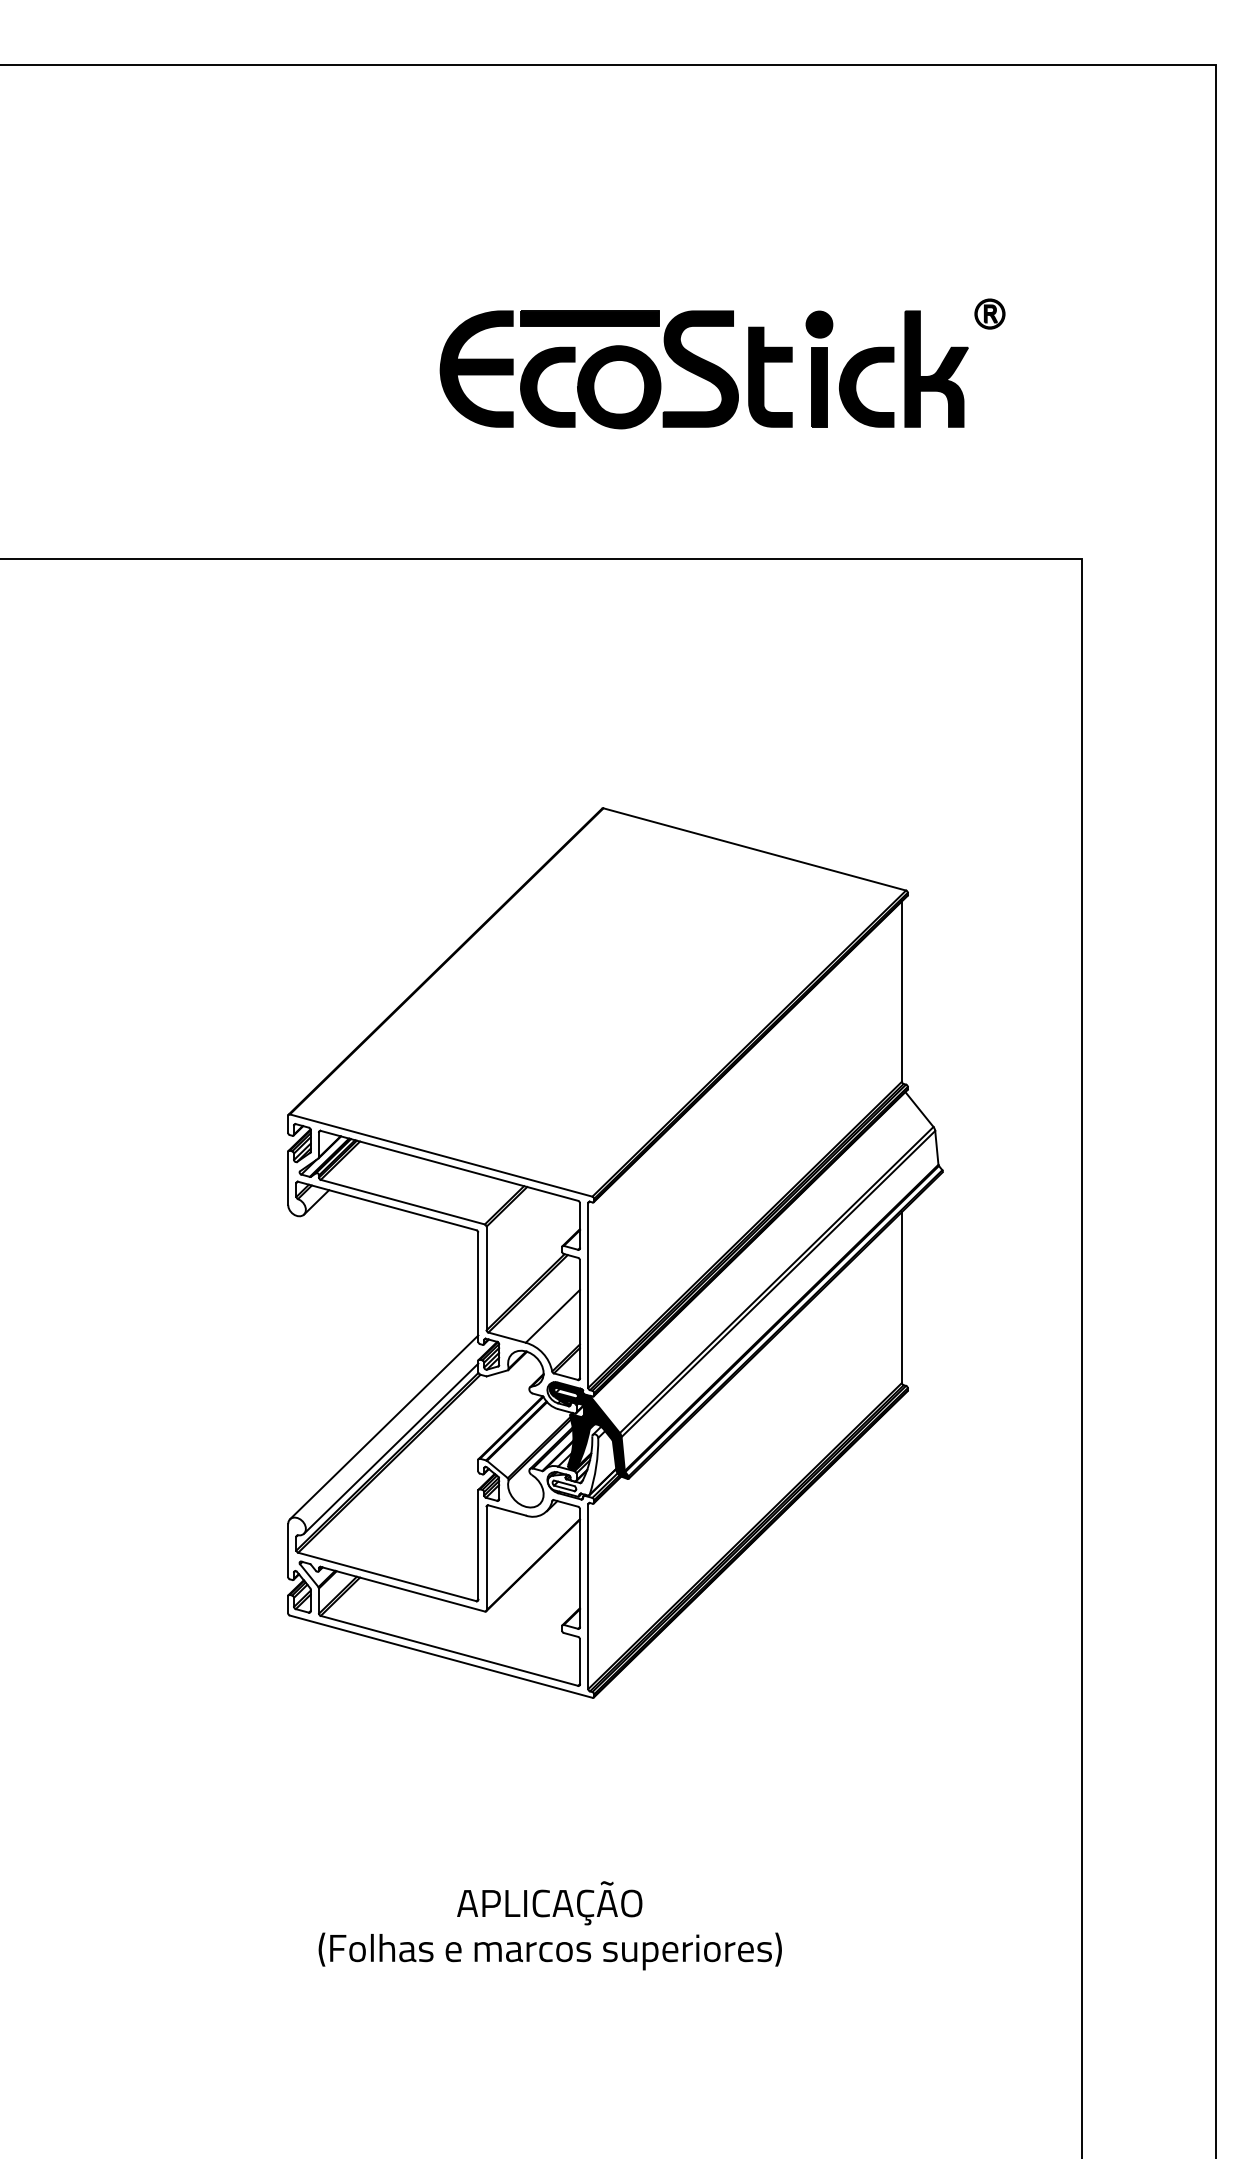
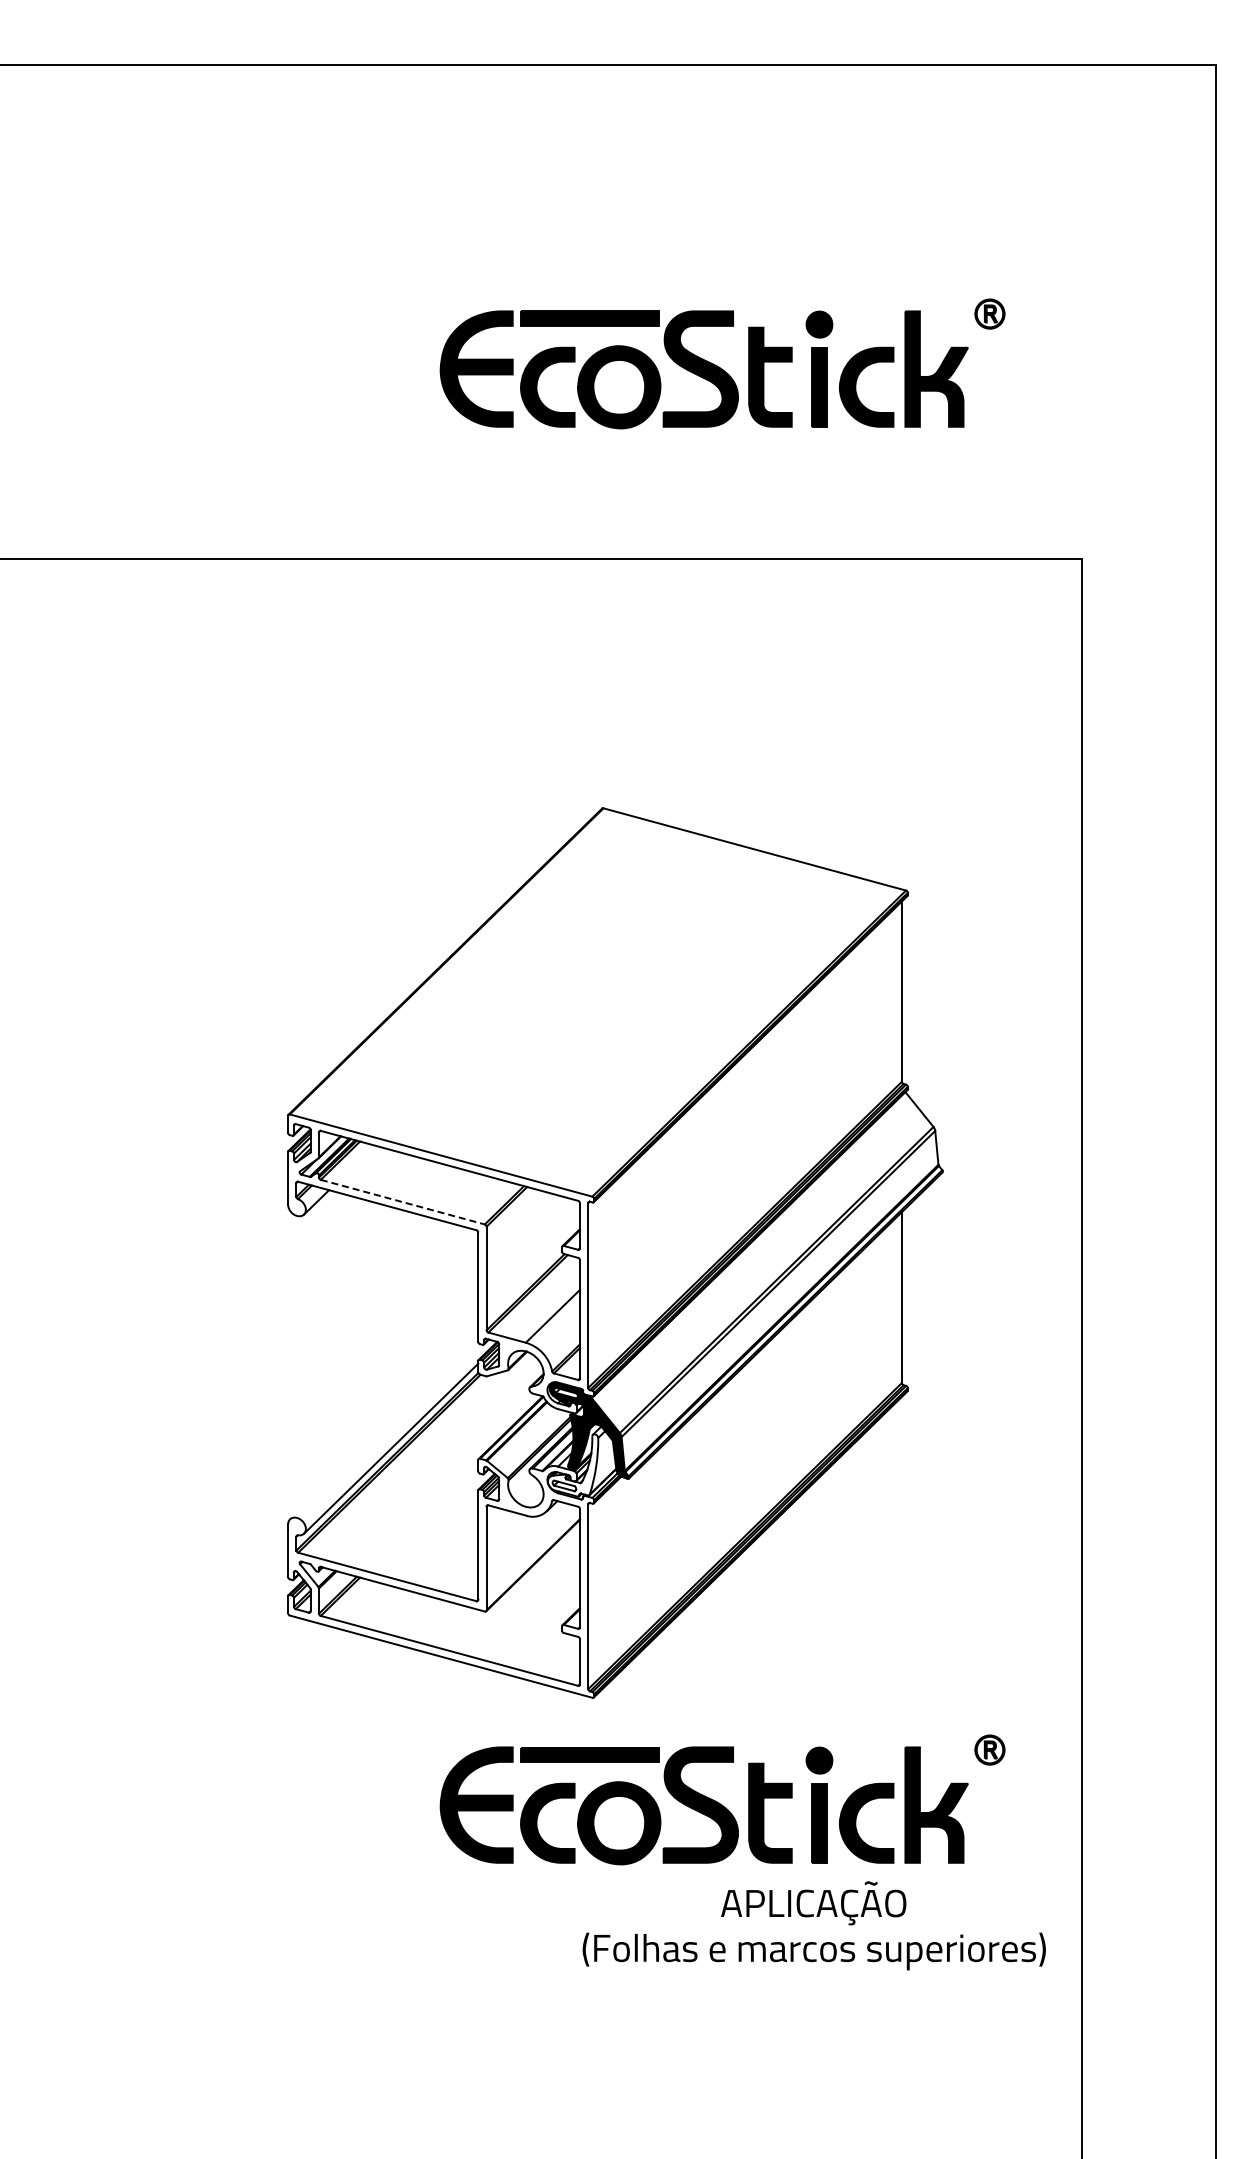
line at (402, 1202): solid -> dashed
line at (384, 1427): present -> none
part at (722, 1799): none -> present
text at (549, 1925) position: (549, 1925) -> (813, 1925)
